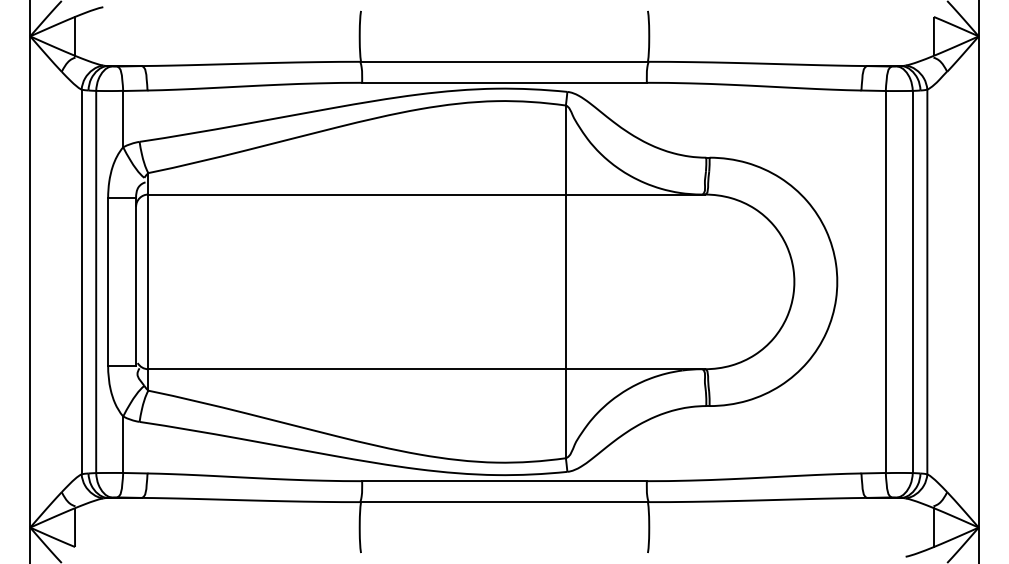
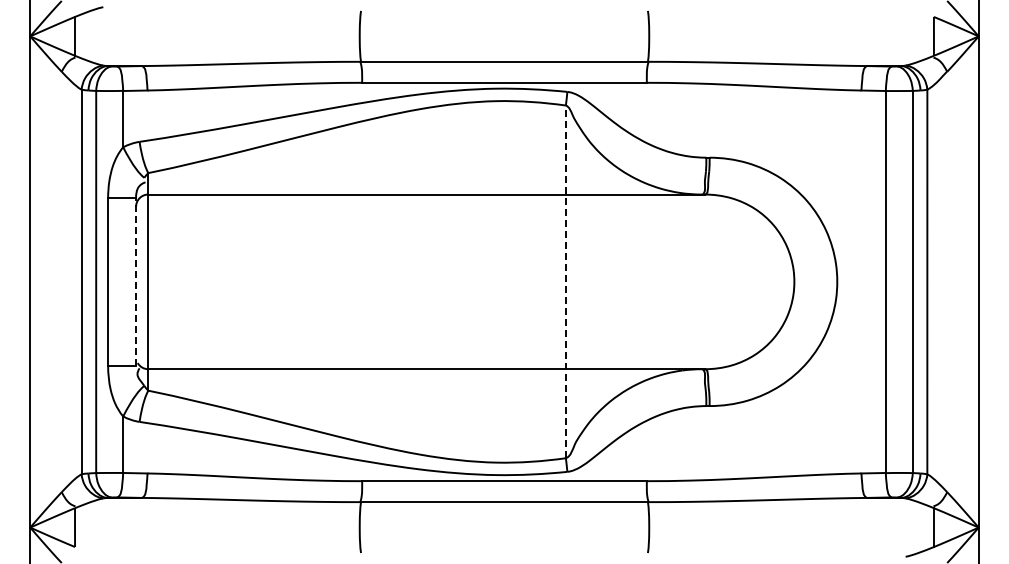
line at (136, 281): solid -> dashed
line at (565, 281): solid -> dashed
